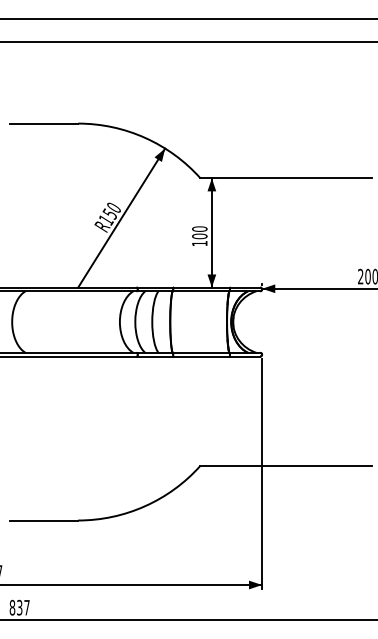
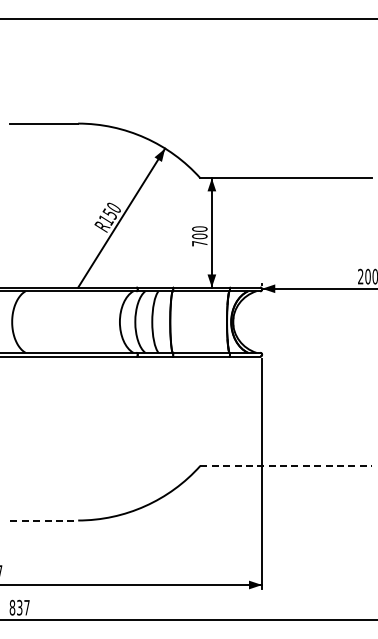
line at (188, 42): present -> none
text at (199, 243): 100 -> 700
line at (286, 465): solid -> dashed
line at (44, 520): solid -> dashed
